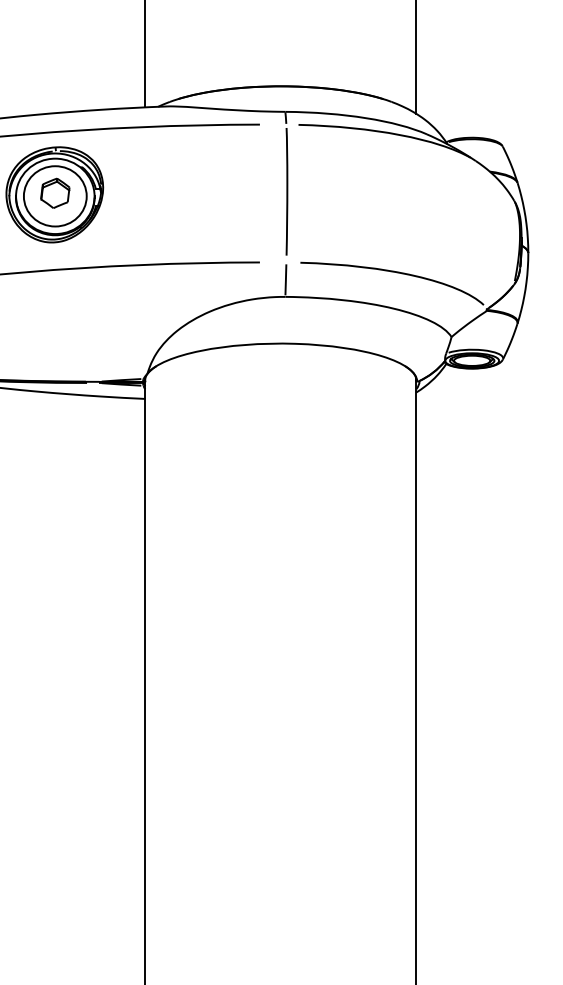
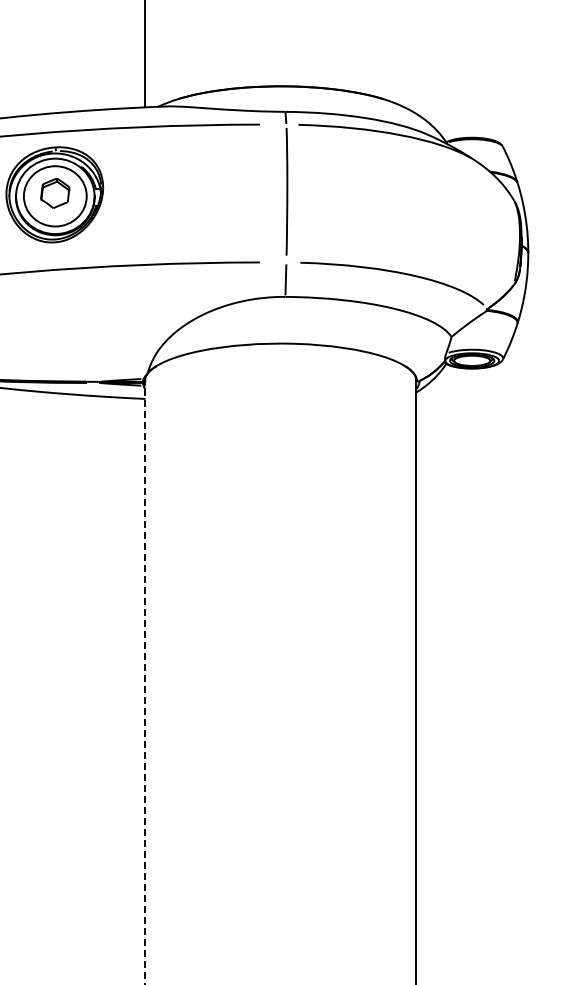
line at (416, 57): present -> none
line at (145, 681): solid -> dashed
